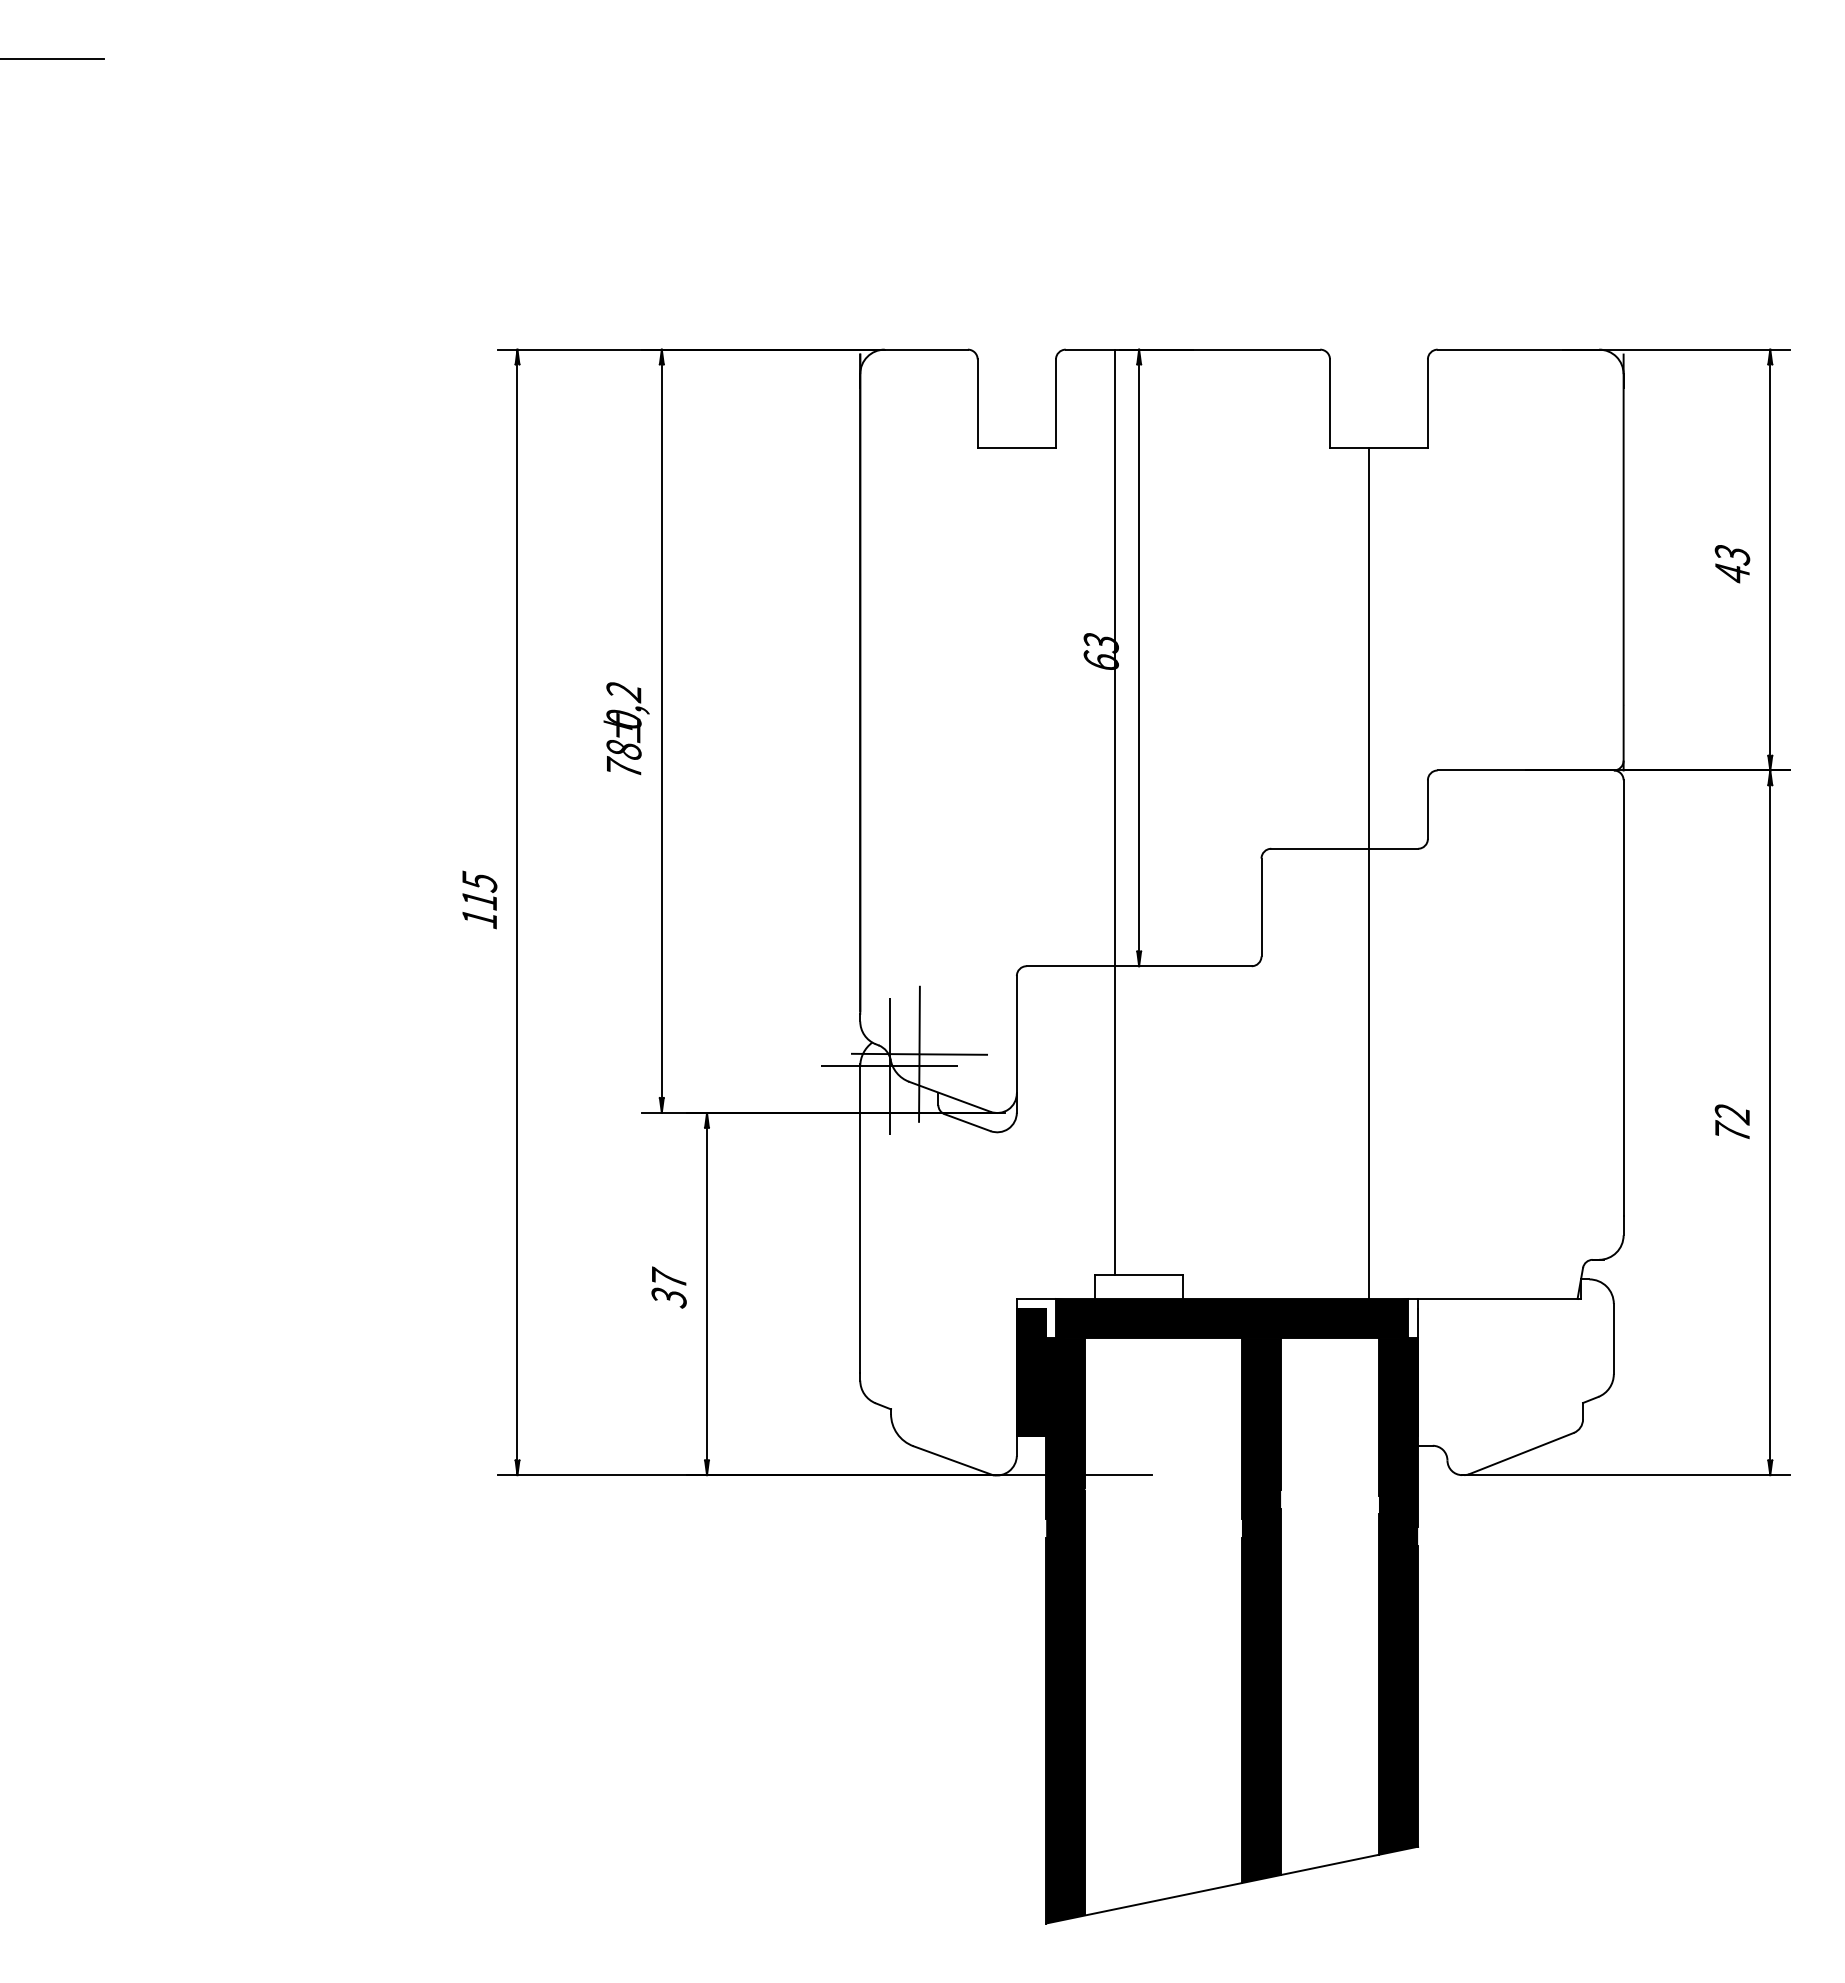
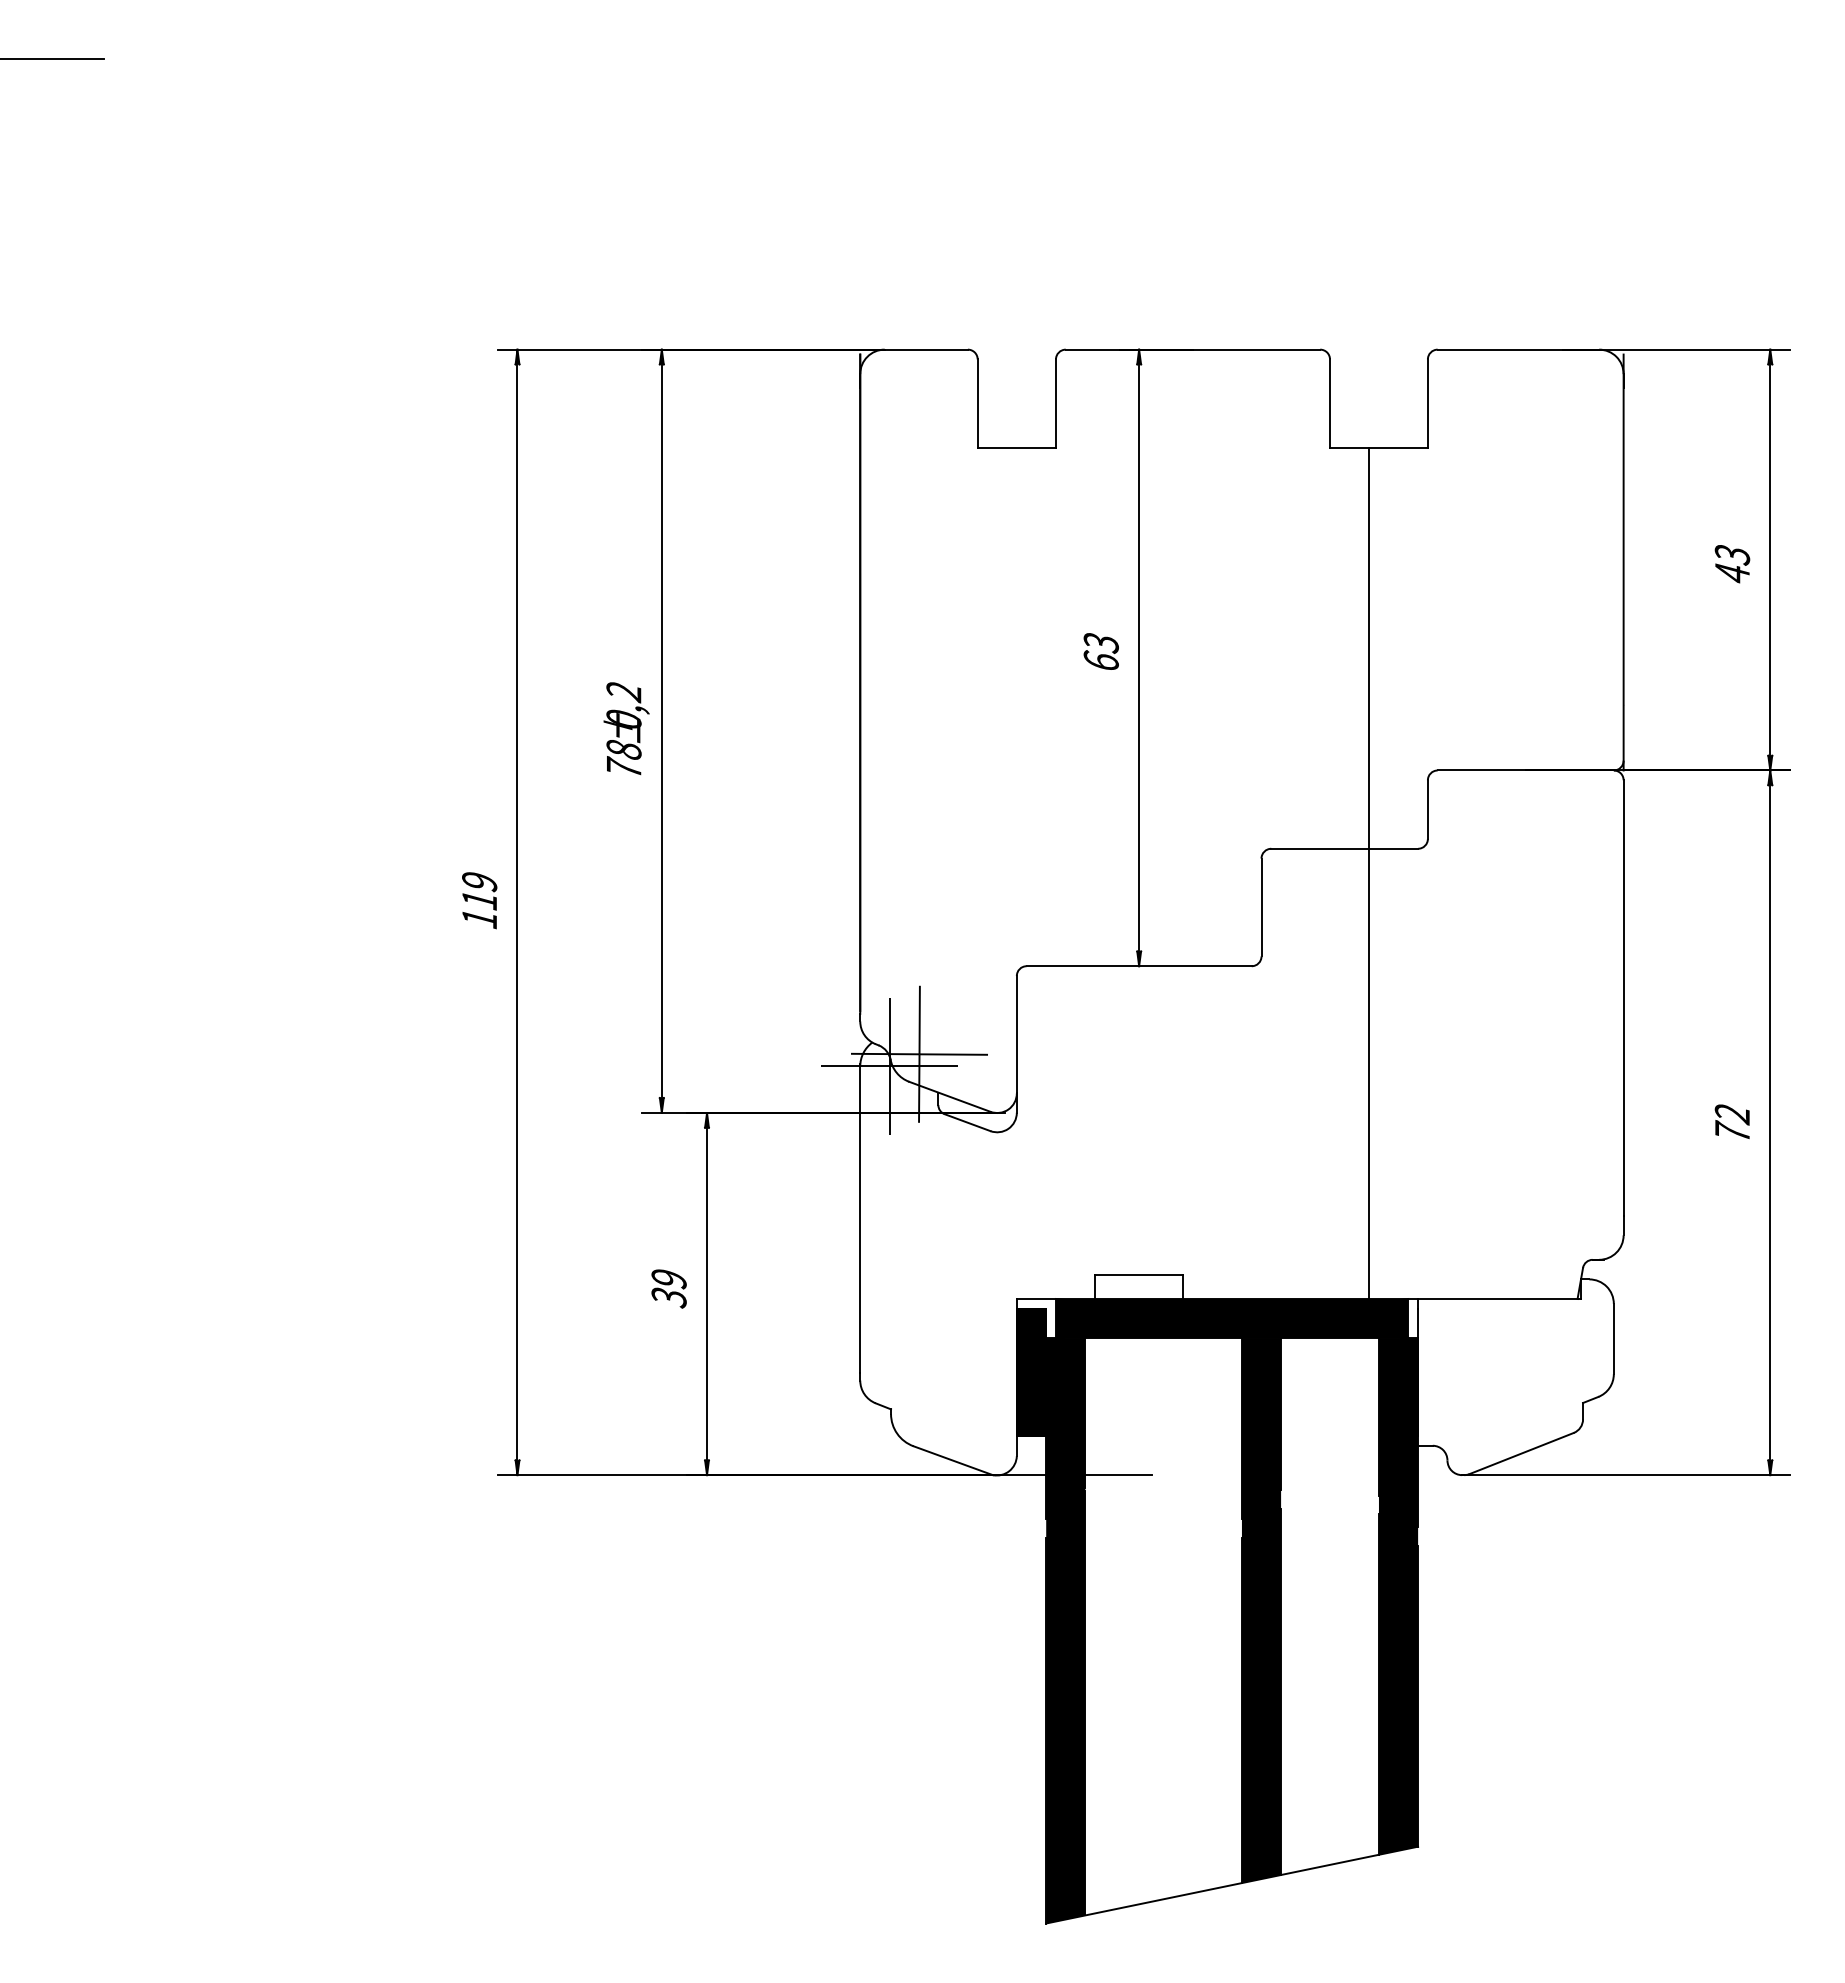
line at (1114, 811): present -> none
text at (479, 881): 115 -> 119
text at (668, 1277): 37 -> 39
